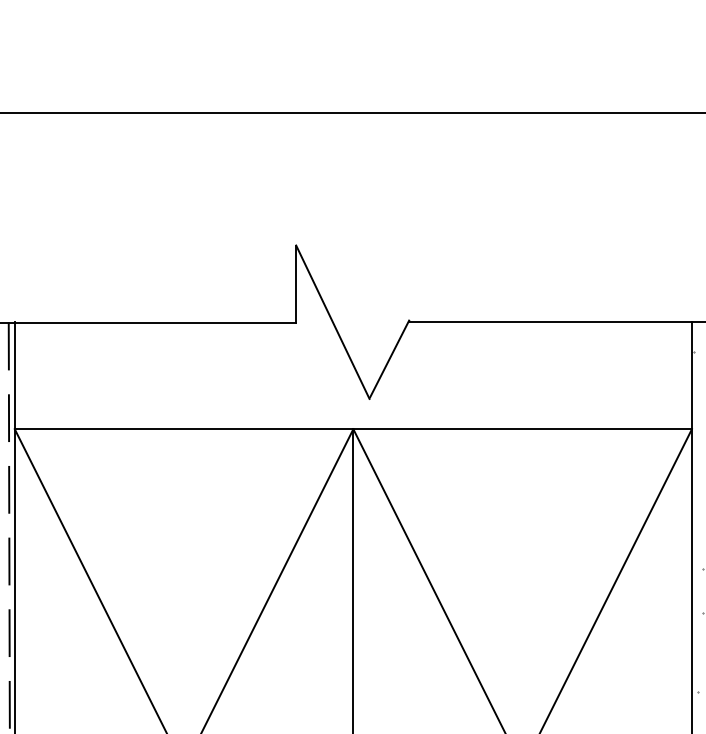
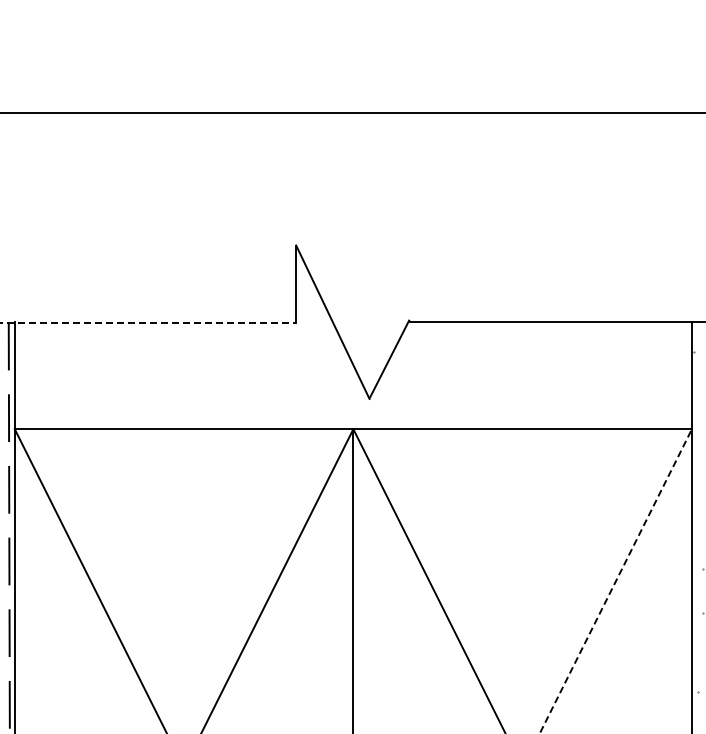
line at (148, 323): solid -> dashed
line at (616, 581): solid -> dashed
